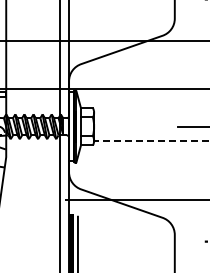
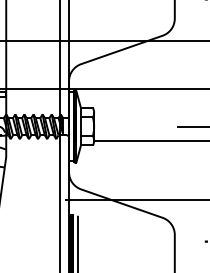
line at (151, 141): dashed -> solid
